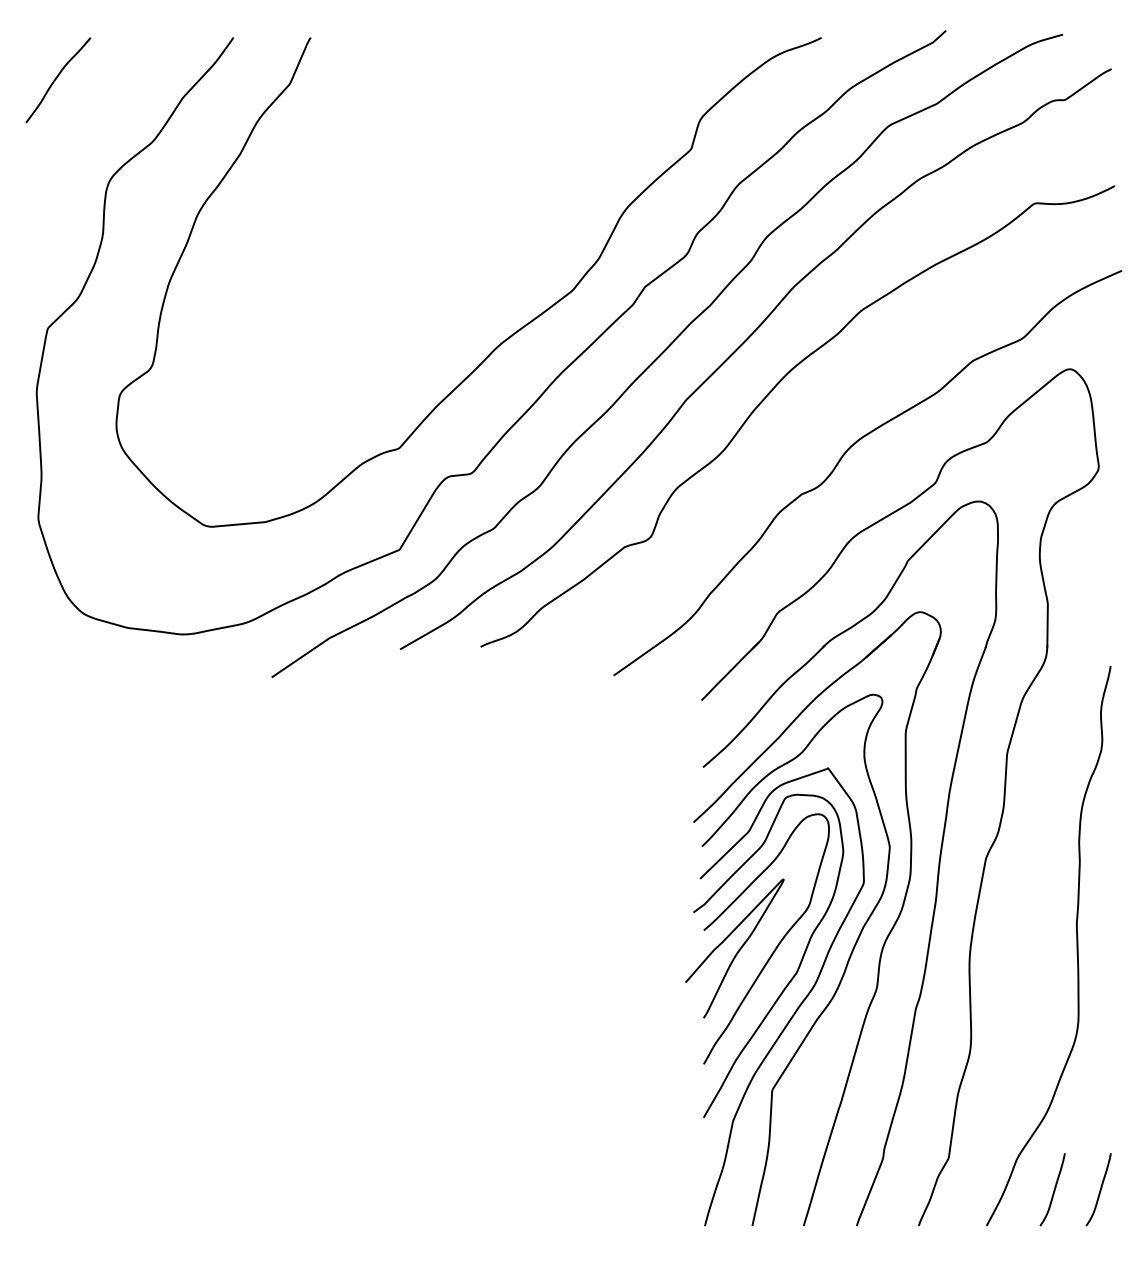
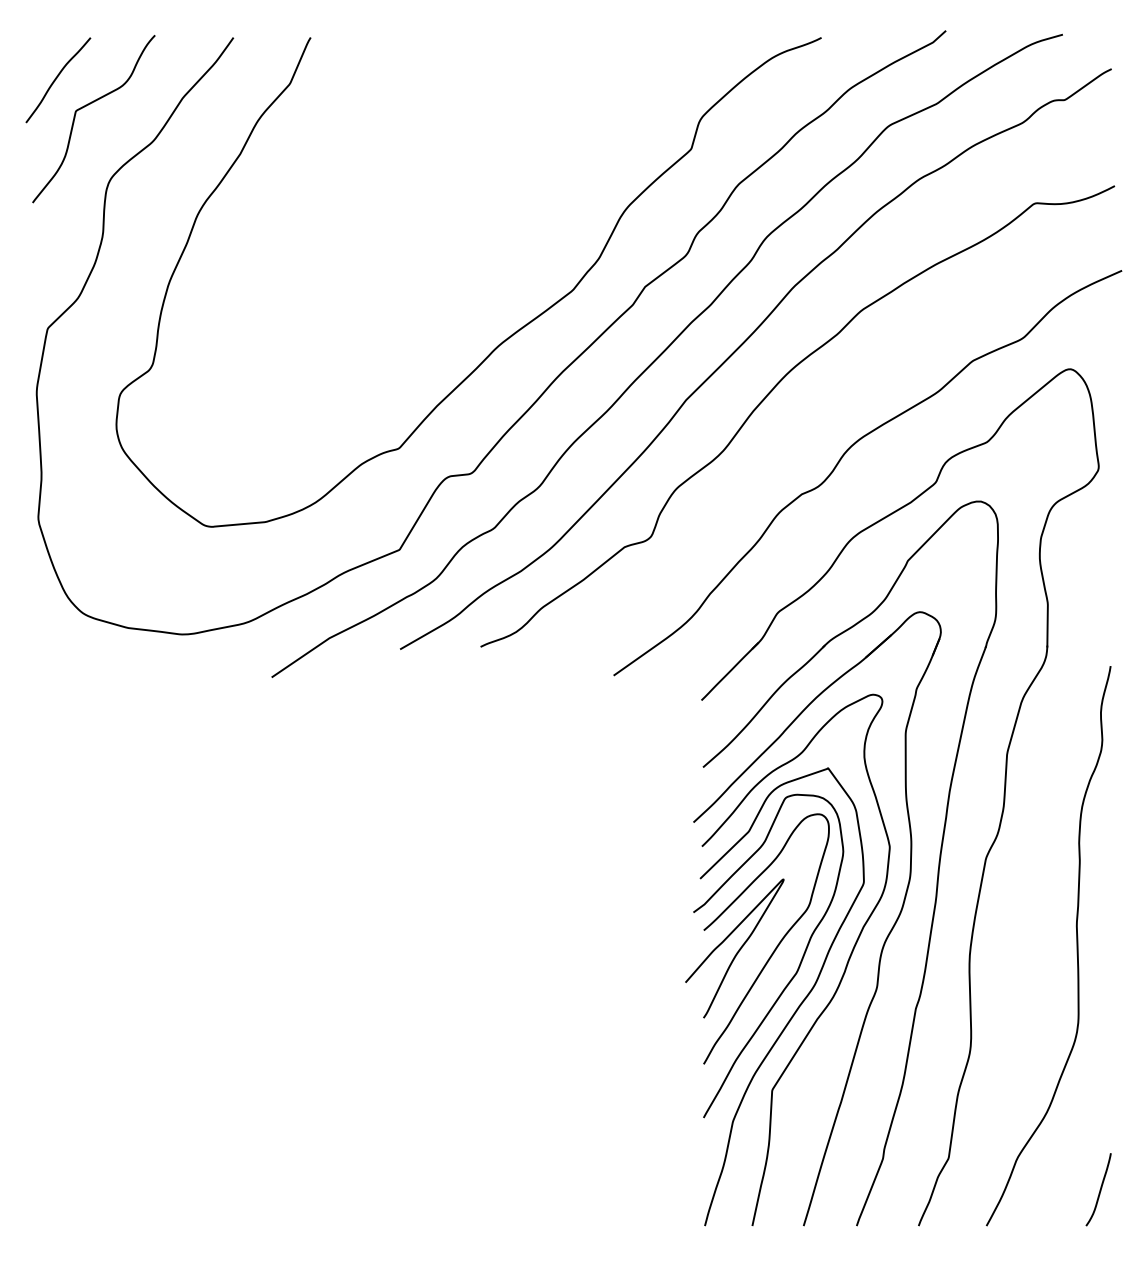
curve at (86, 106): none -> present
curve at (1053, 1189): present -> none
